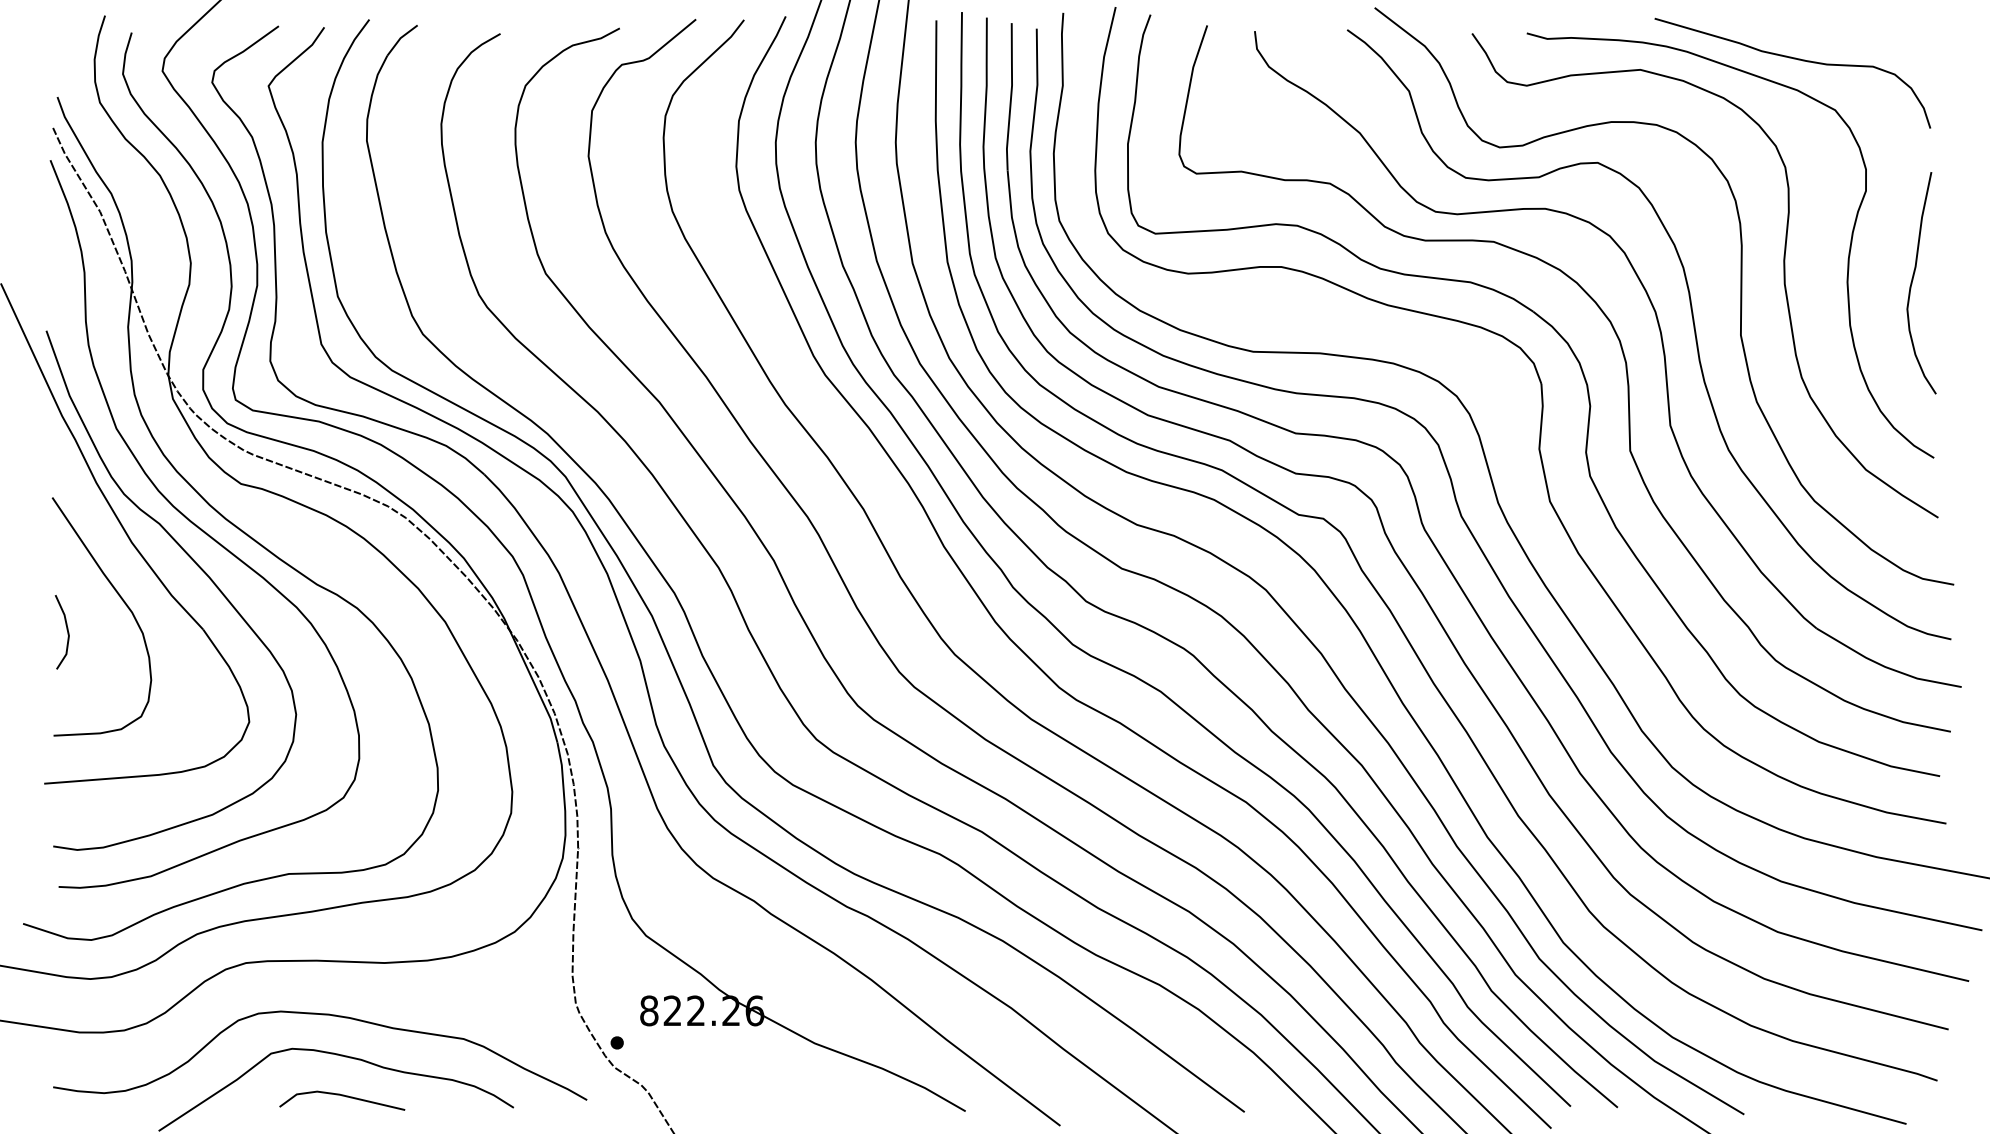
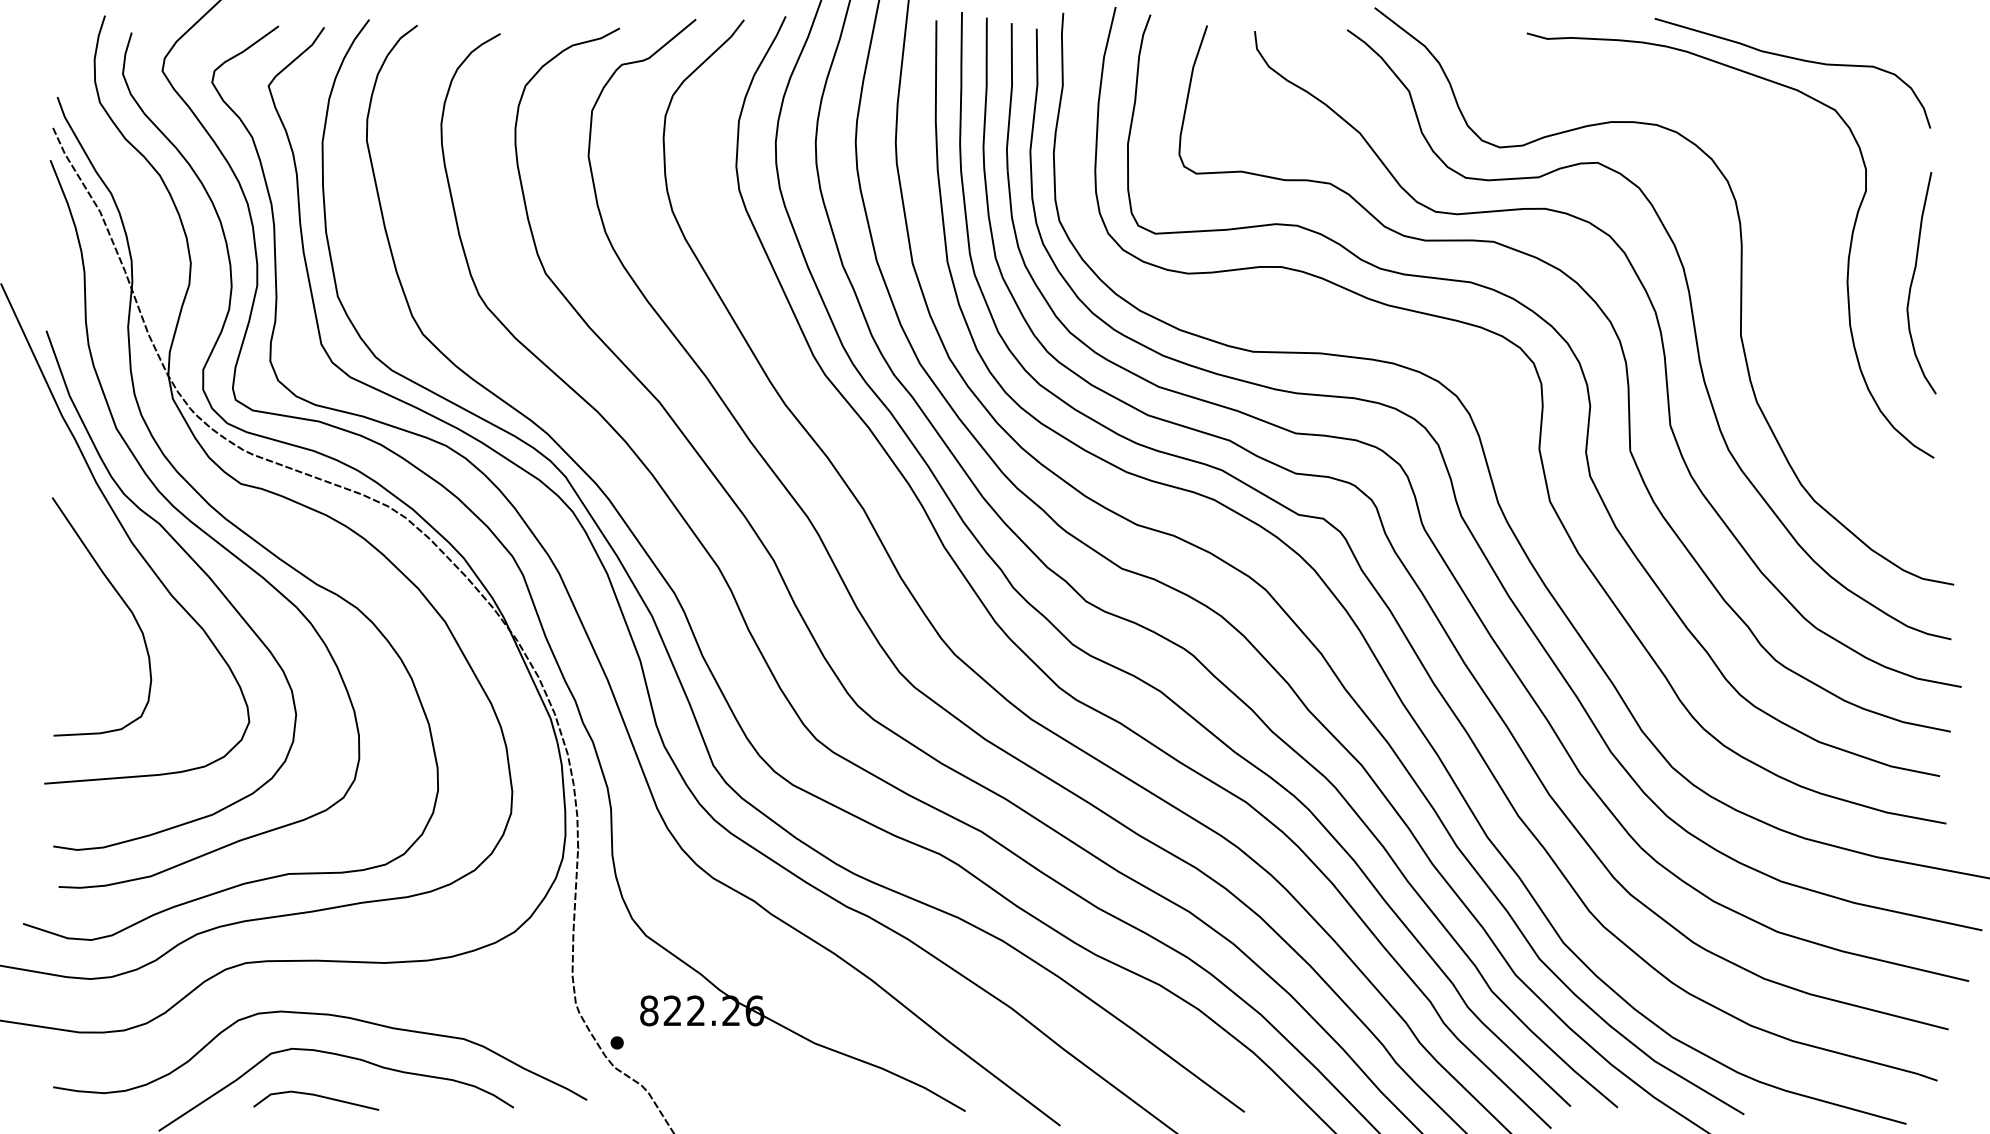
curve at (1783, 275): present -> none
line at (66, 630): present -> none
line at (342, 1096) position: (342, 1096) -> (316, 1096)
